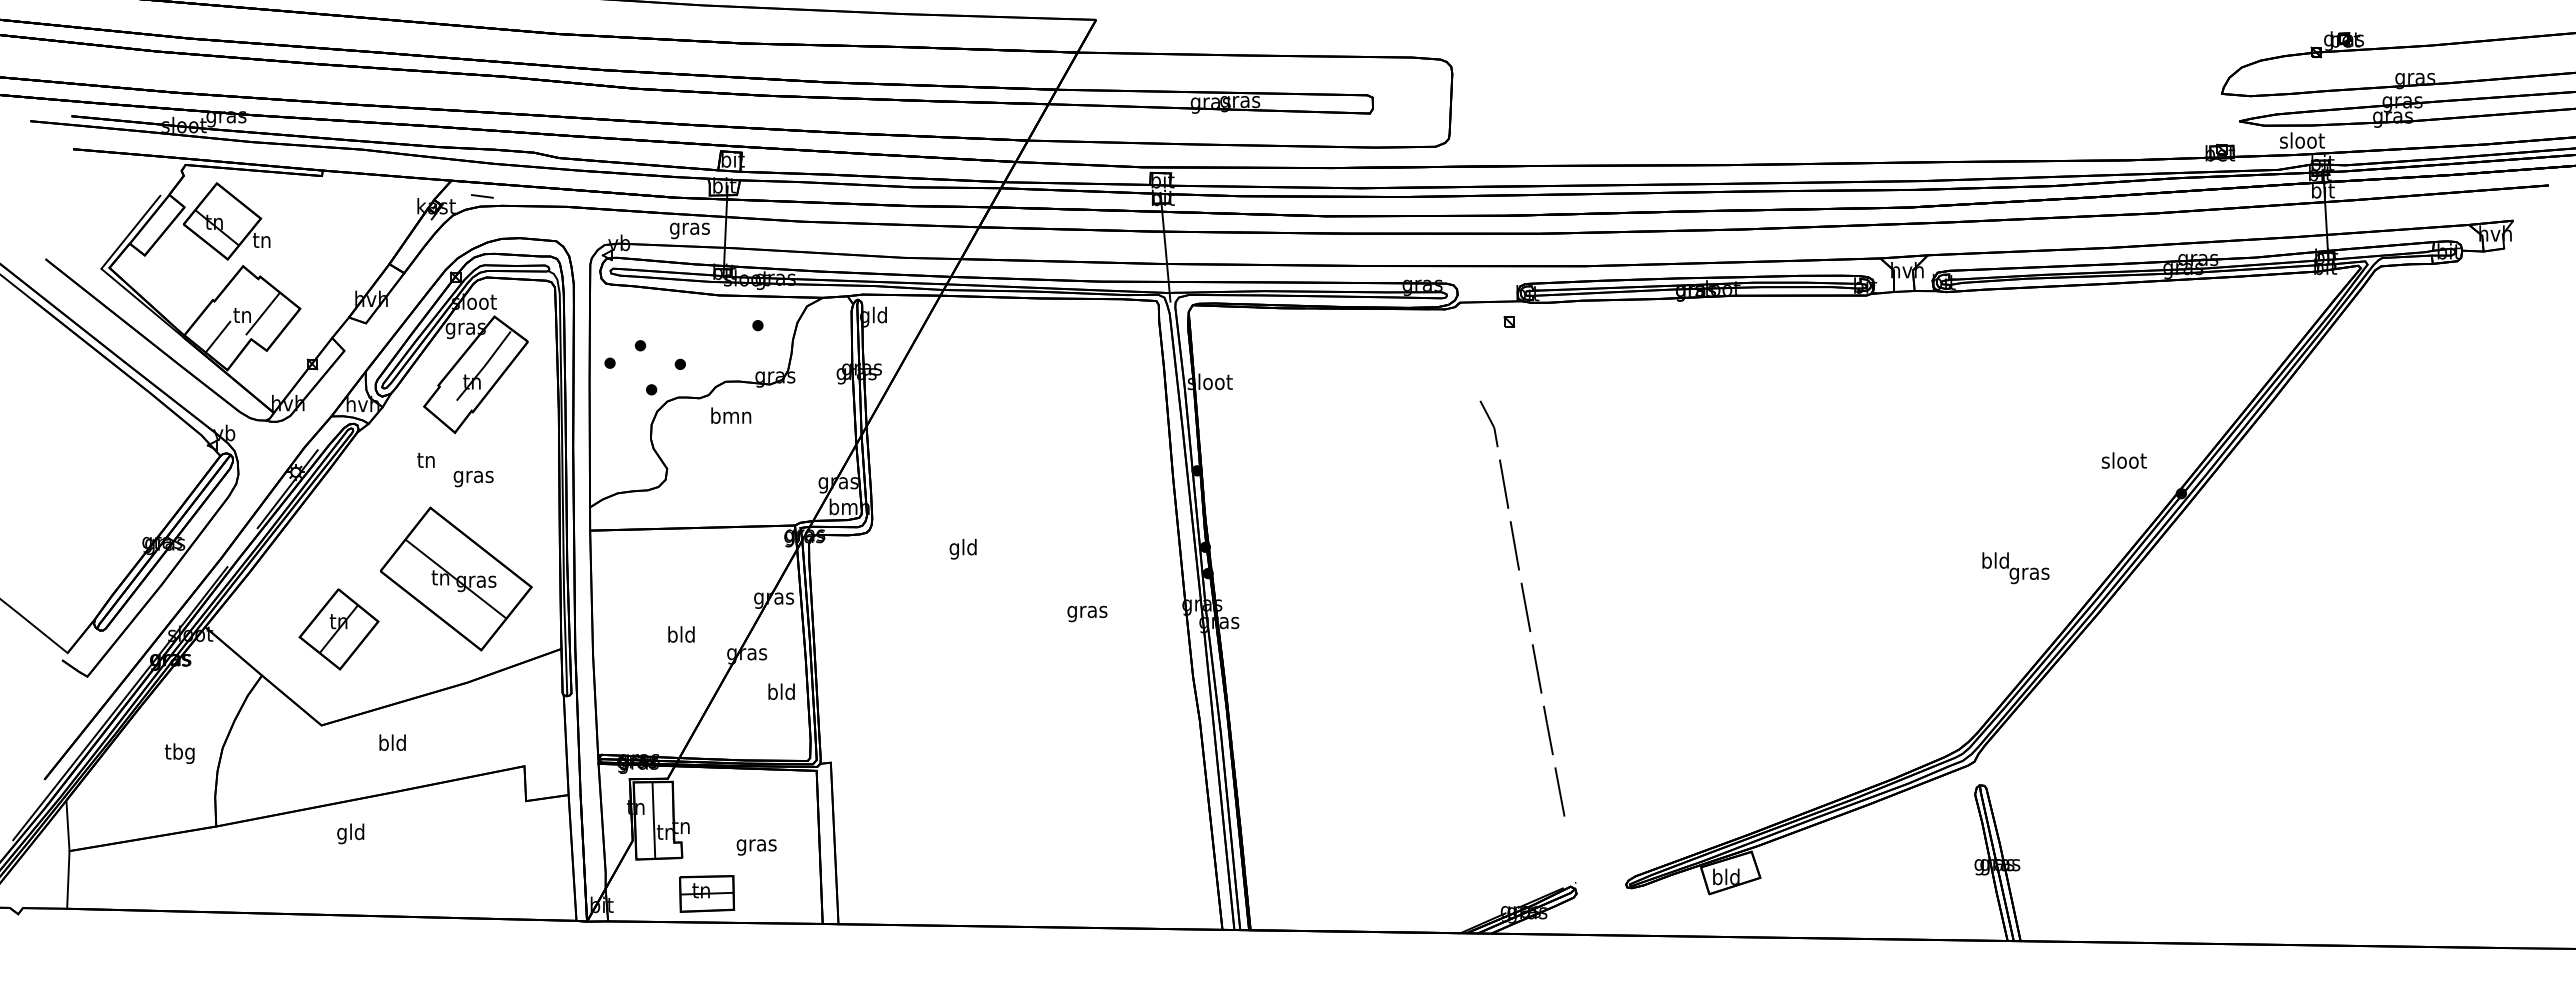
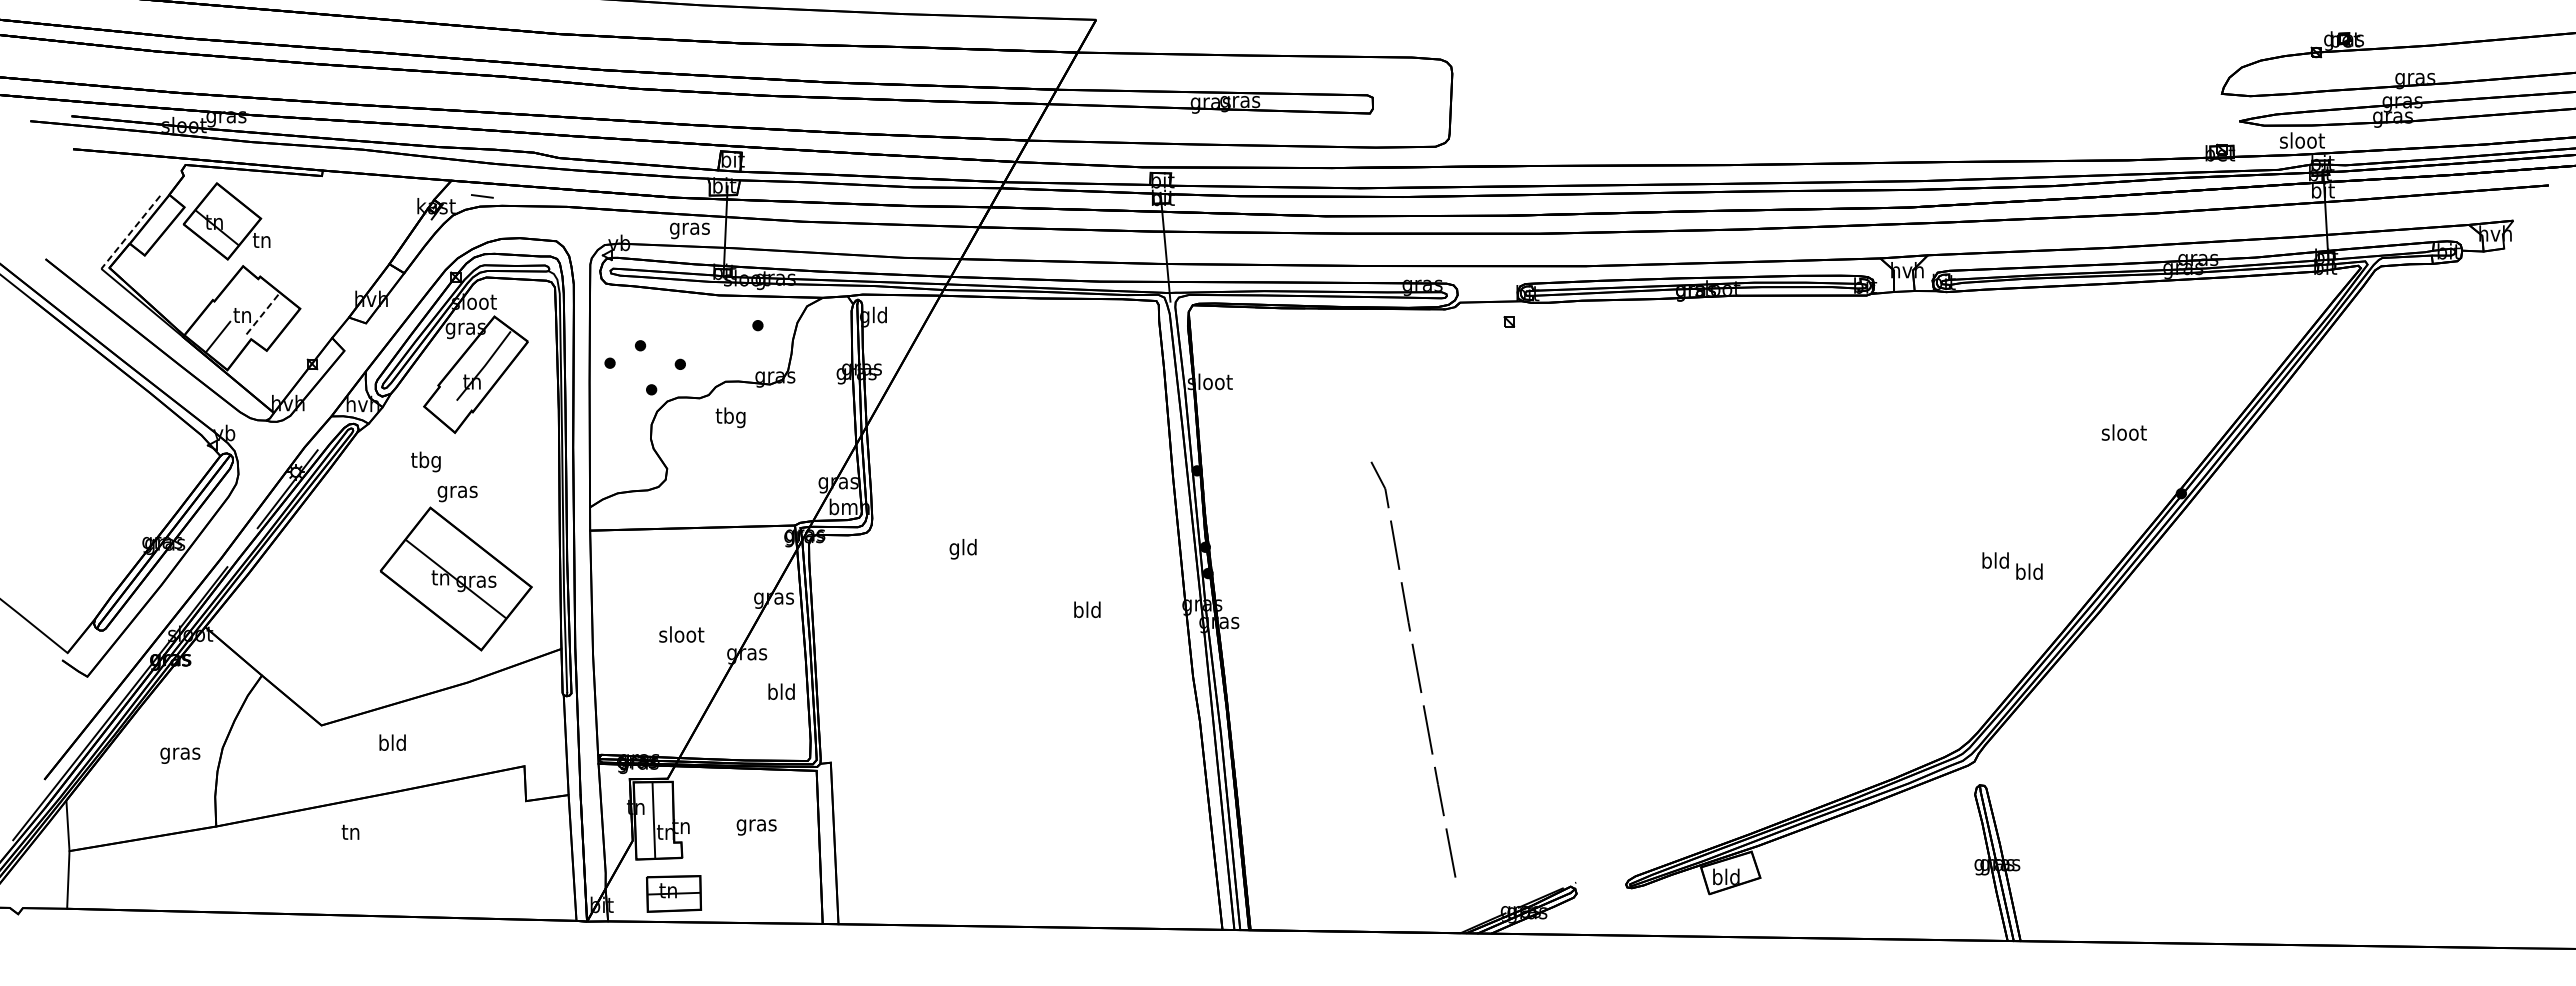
line at (130, 232): solid -> dashed
line at (263, 313): solid -> dashed
text at (731, 417): bmn -> tbg
text at (2123, 460) position: (2123, 460) -> (2123, 432)
text at (425, 461): tn -> tbg
text at (473, 478) position: (473, 478) -> (457, 493)
text at (2029, 573): gras -> bld
line at (1524, 606) position: (1524, 606) -> (1415, 667)
text at (1087, 611): gras -> bld
part at (338, 629): present -> none
text at (681, 634): bld -> sloot
text at (180, 753): tbg -> gras
text at (350, 833): gld -> tn
text at (756, 847) position: (756, 847) -> (756, 827)
part at (706, 893) position: (706, 893) -> (673, 893)
